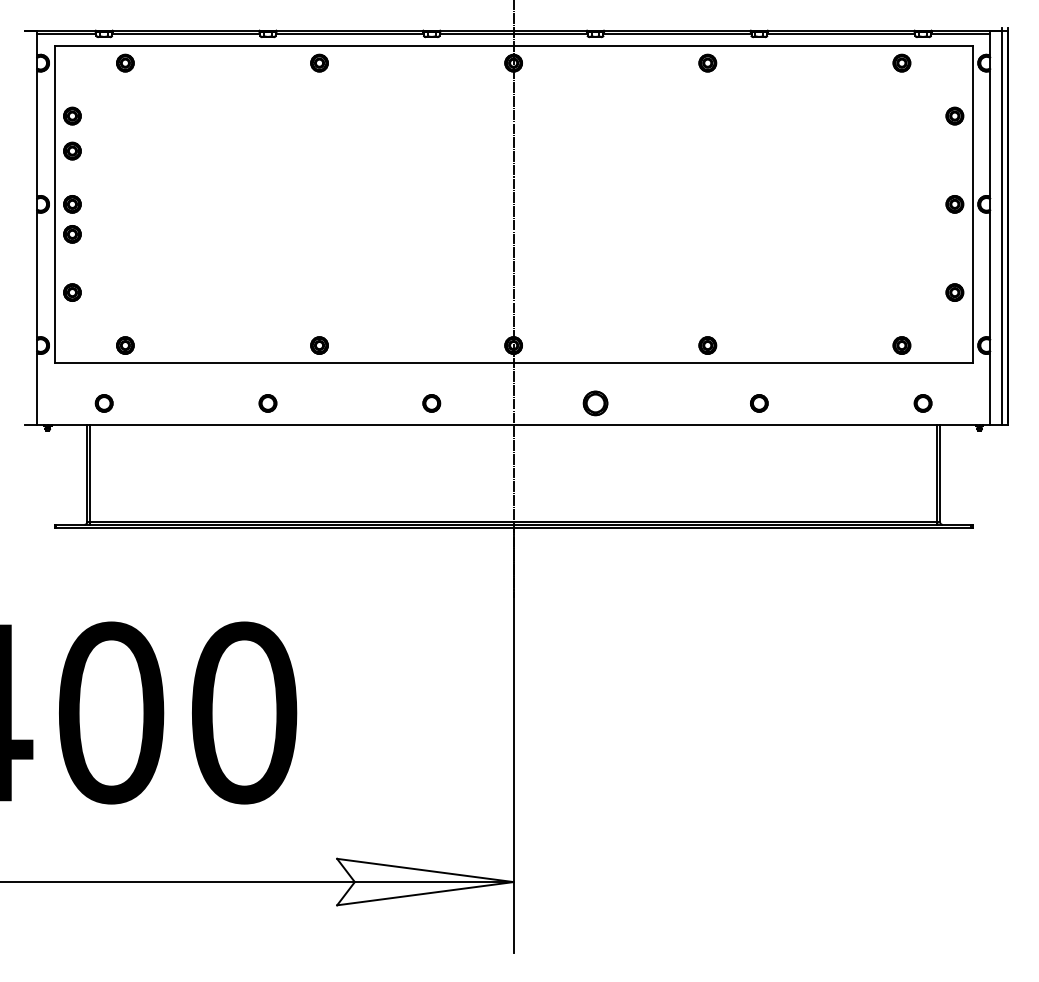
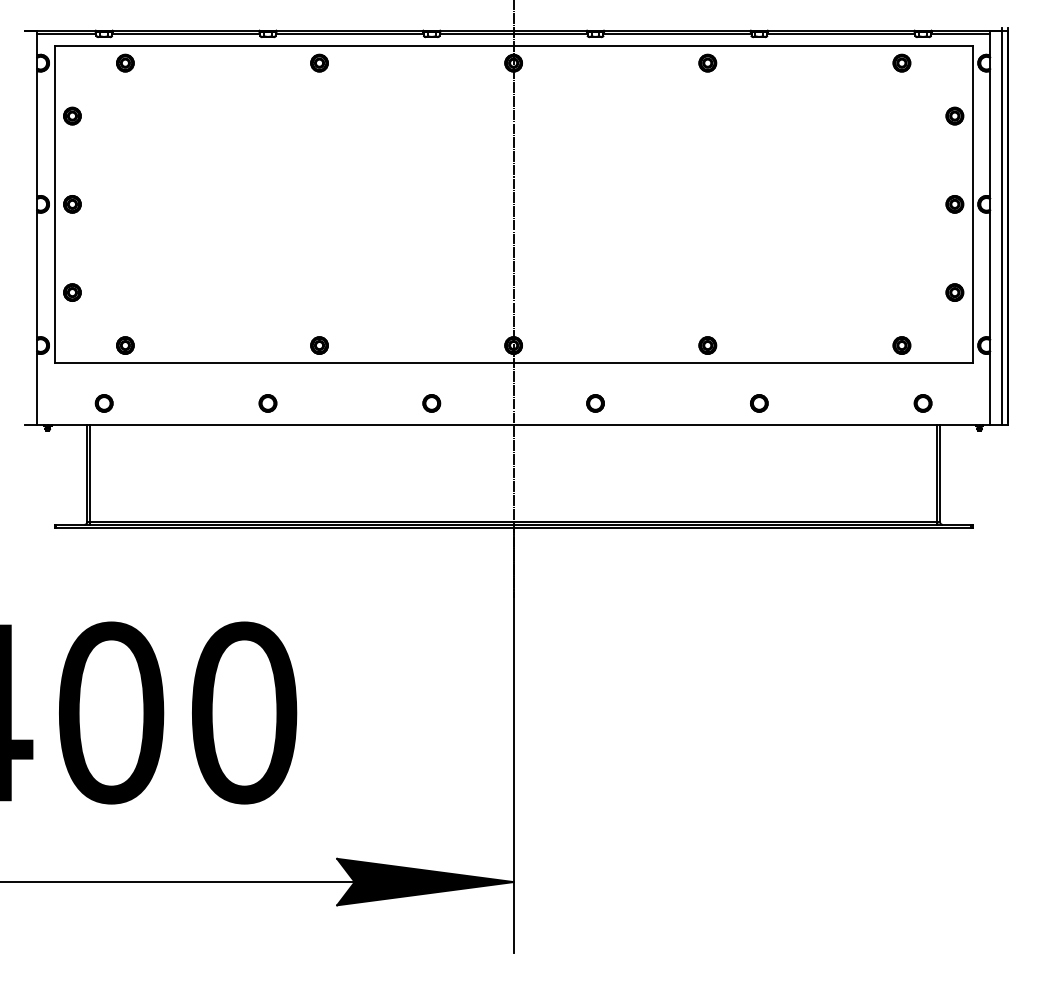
part at (72, 150): present -> none
part at (72, 234): present -> none
circle at (595, 403) size: 27x27 px -> 19x19 px
fill at (425, 881): none -> present
